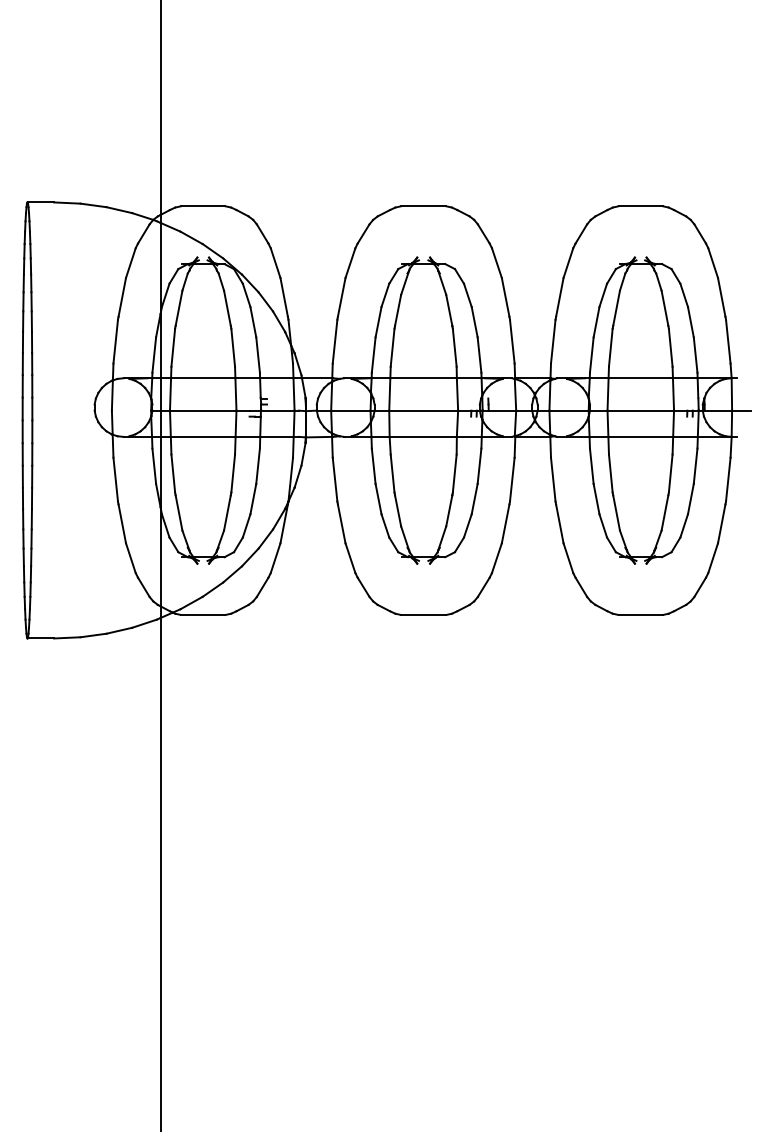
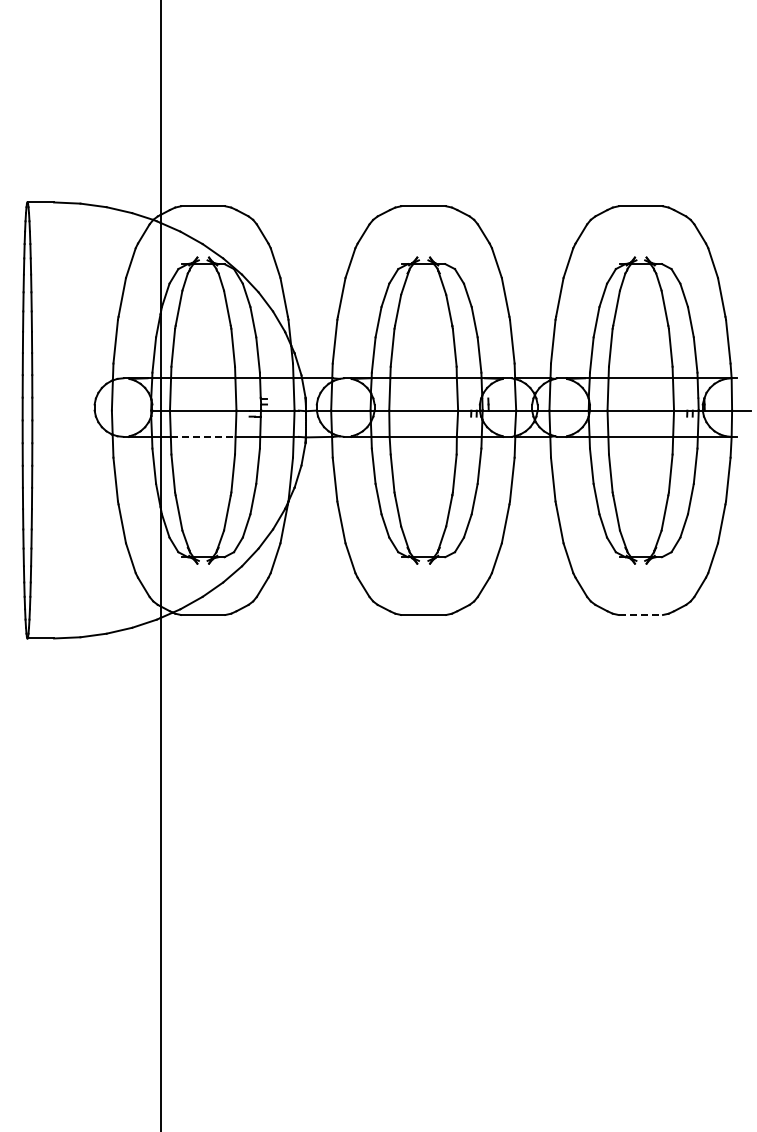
line at (203, 436): solid -> dashed
line at (641, 614): solid -> dashed
